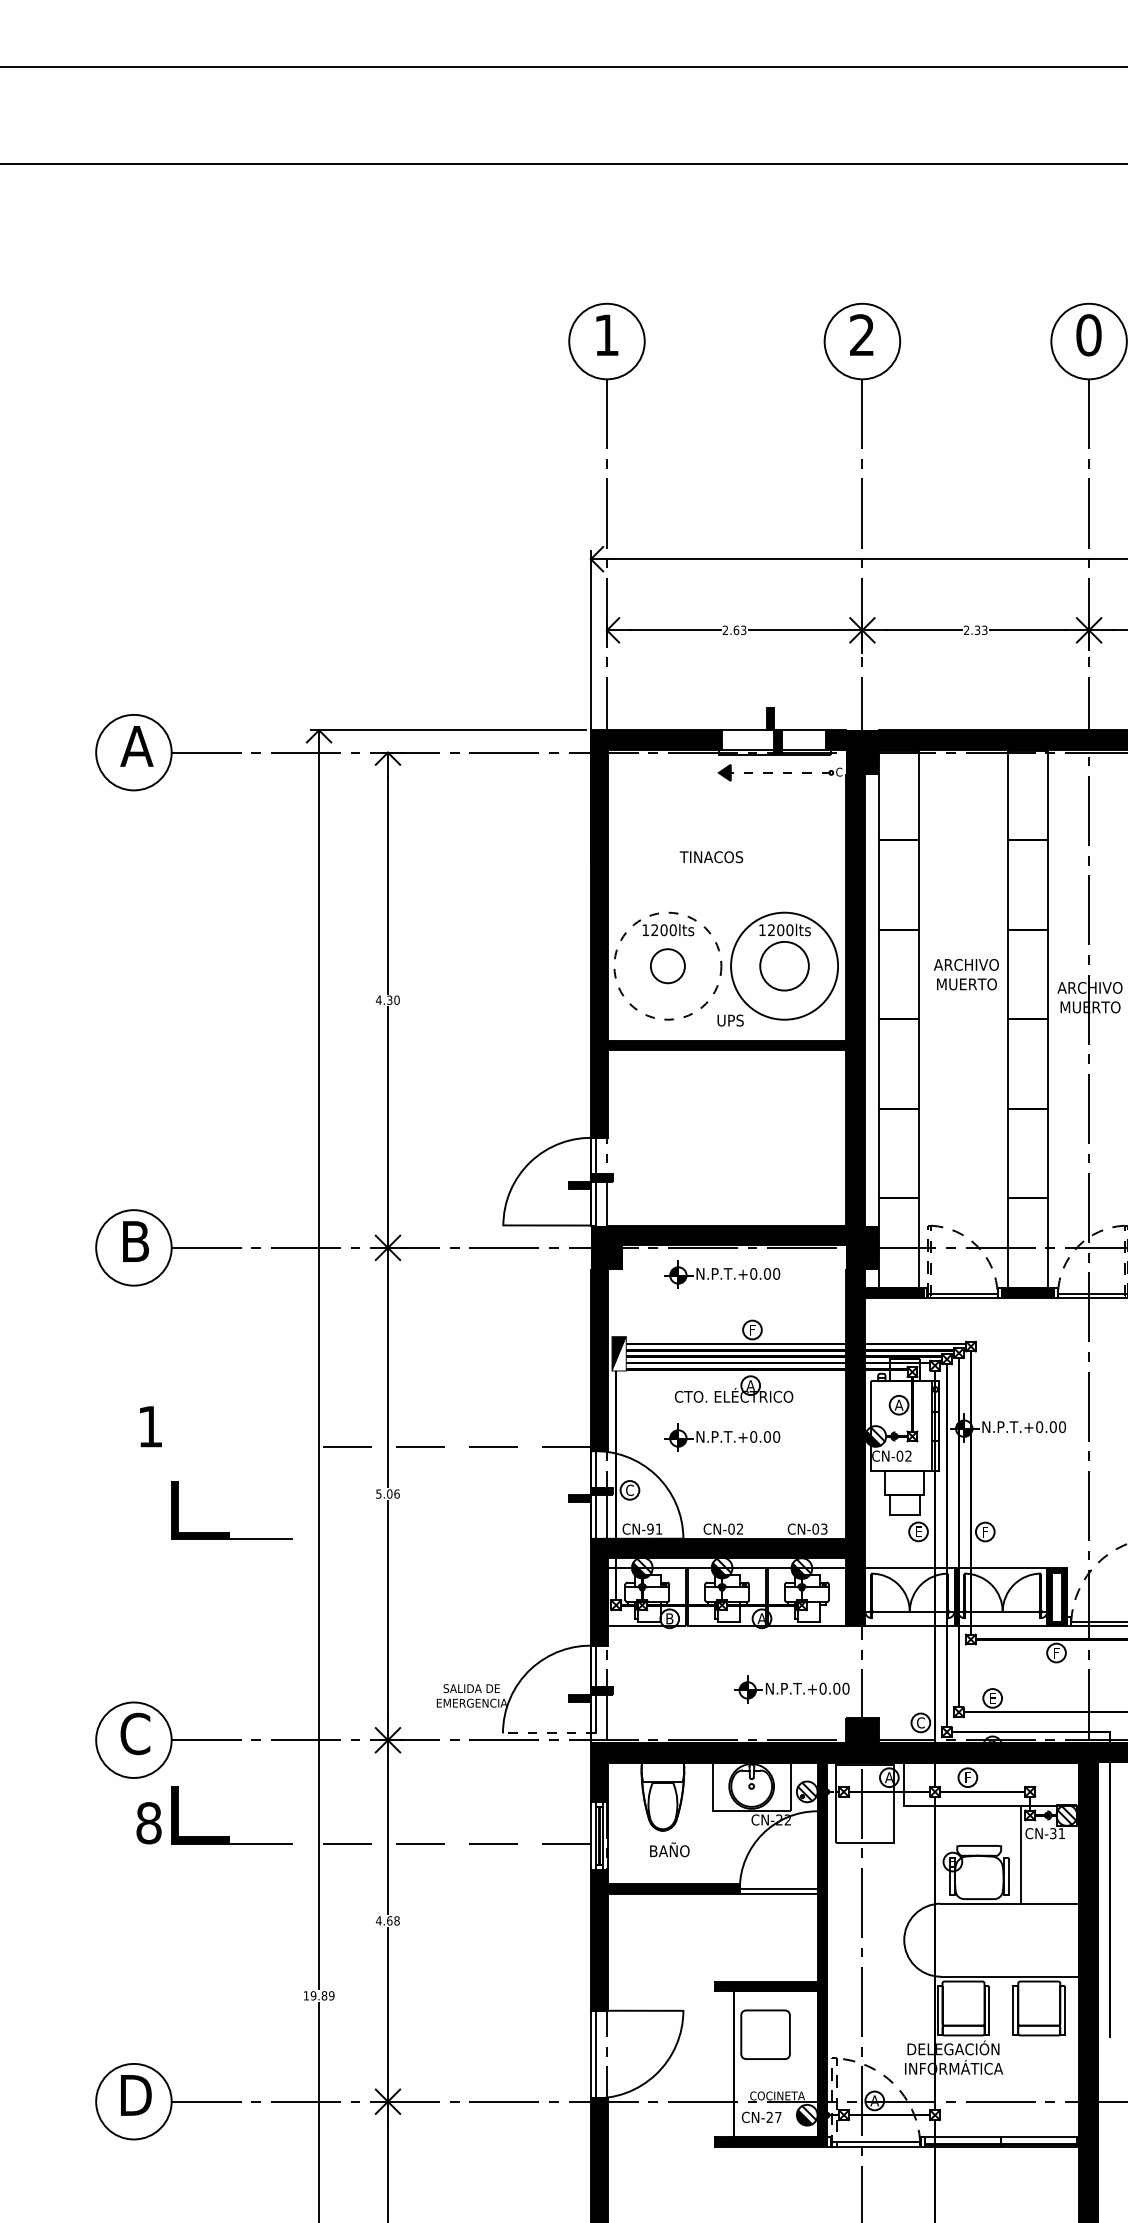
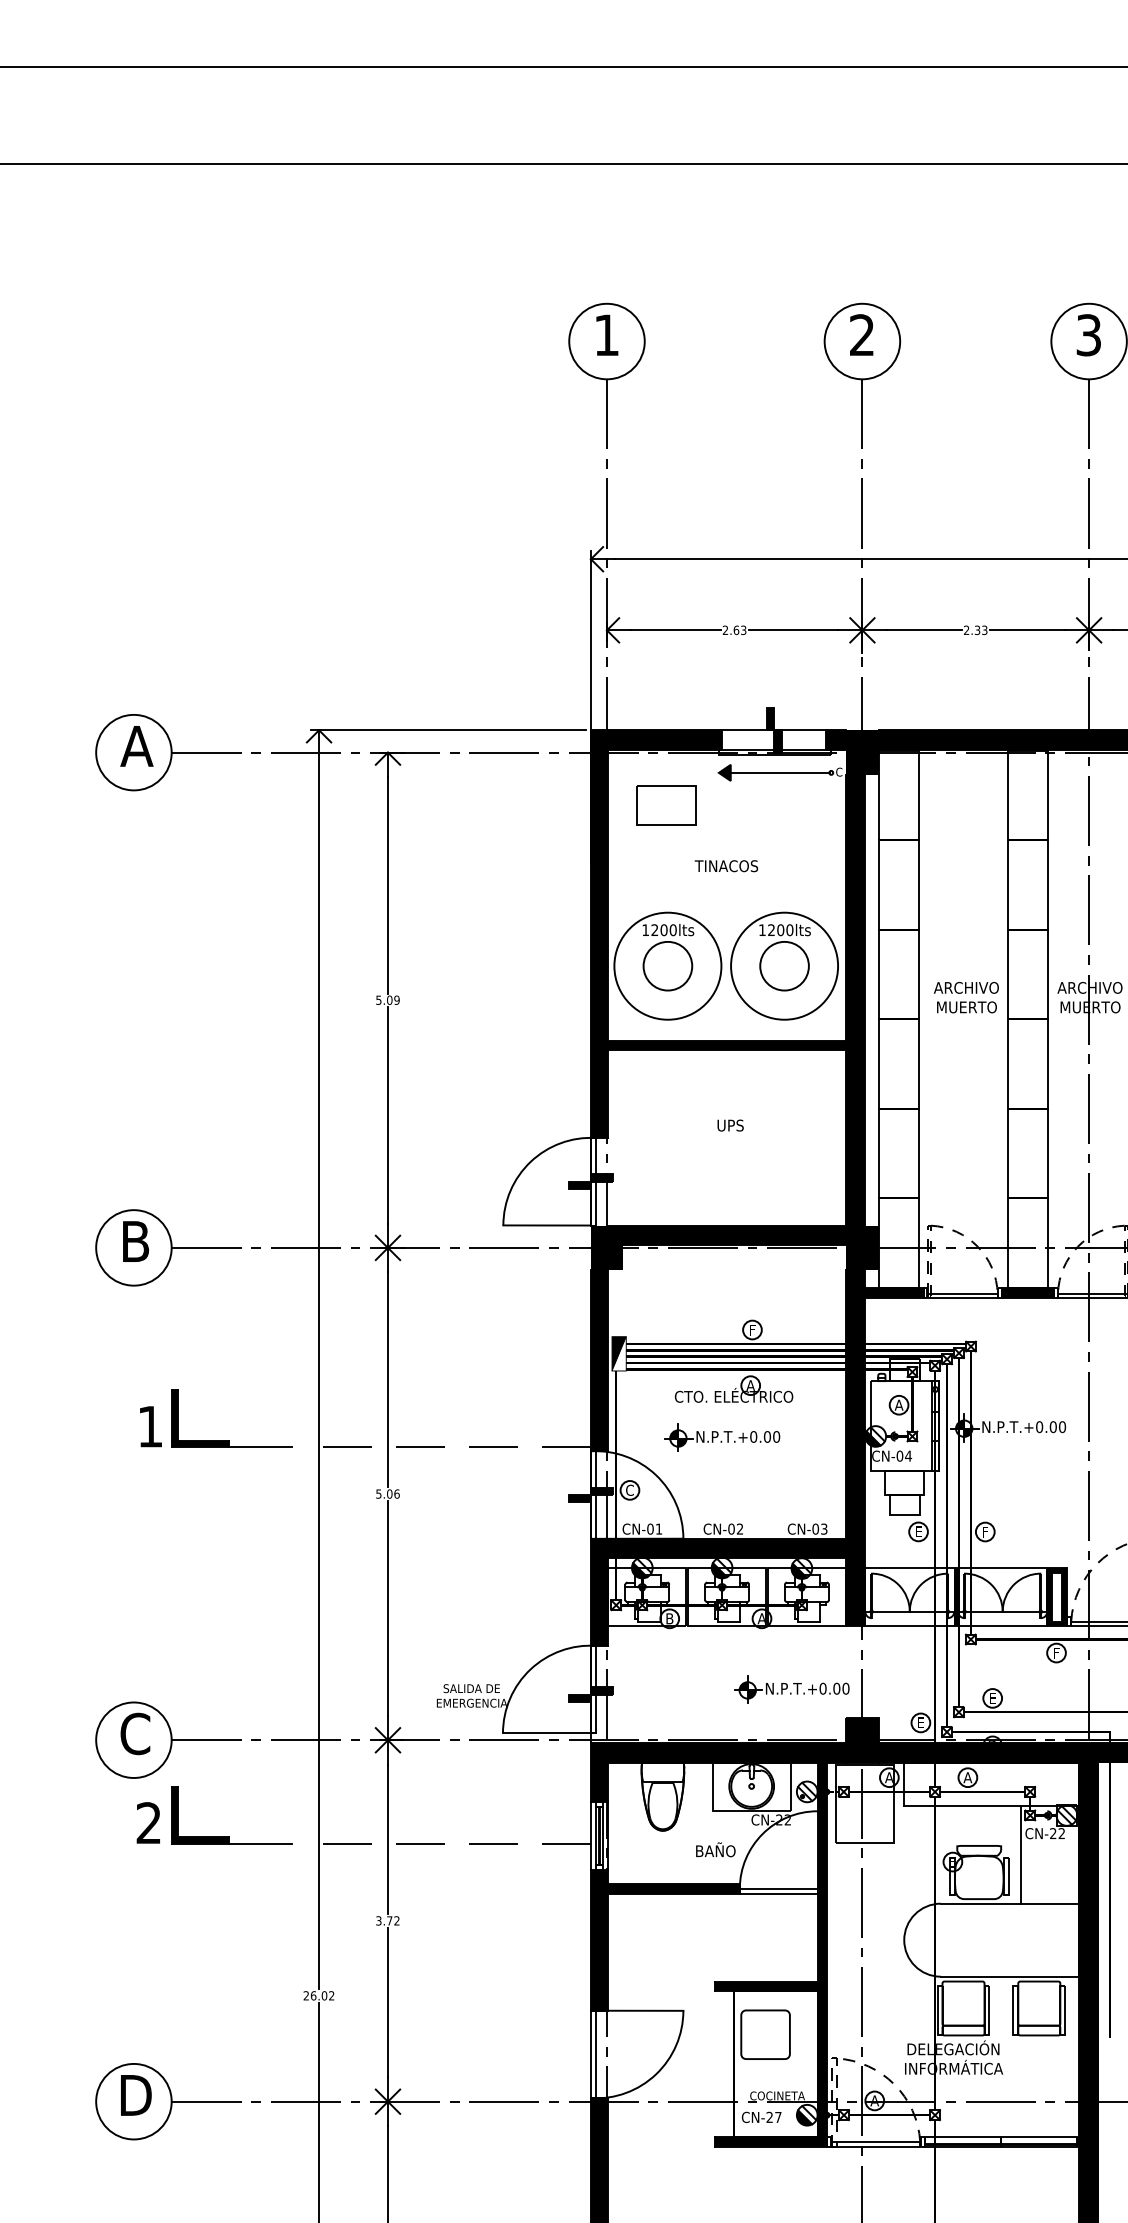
text at (1088, 335): 0 -> 3
line at (780, 772): dashed -> solid
part at (666, 805): none -> present
text at (711, 857) position: (711, 857) -> (726, 866)
circle at (667, 965): dashed -> solid
circle at (667, 966) diameter: 34 px -> 49 px
text at (966, 974) position: (966, 974) -> (966, 997)
text at (387, 999): 4.30 -> 5.09
text at (730, 1020) position: (730, 1020) -> (730, 1125)
part at (722, 1274): present -> none
text at (908, 1455): CN-02 -> CN-04
text at (650, 1528): CN-91 -> CN-01
part at (229, 1532) position: (229, 1532) -> (229, 1440)
text at (920, 1722): C -> E
line at (548, 1733): dashed -> solid
text at (967, 1777): F -> A
text at (148, 1823): 8 -> 2
text at (1057, 1833): CN-31 -> CN-22
text at (669, 1849) position: (669, 1849) -> (715, 1849)
text at (387, 1920): 4.68 -> 3.72
text at (318, 1995): 19.89 -> 26.02
